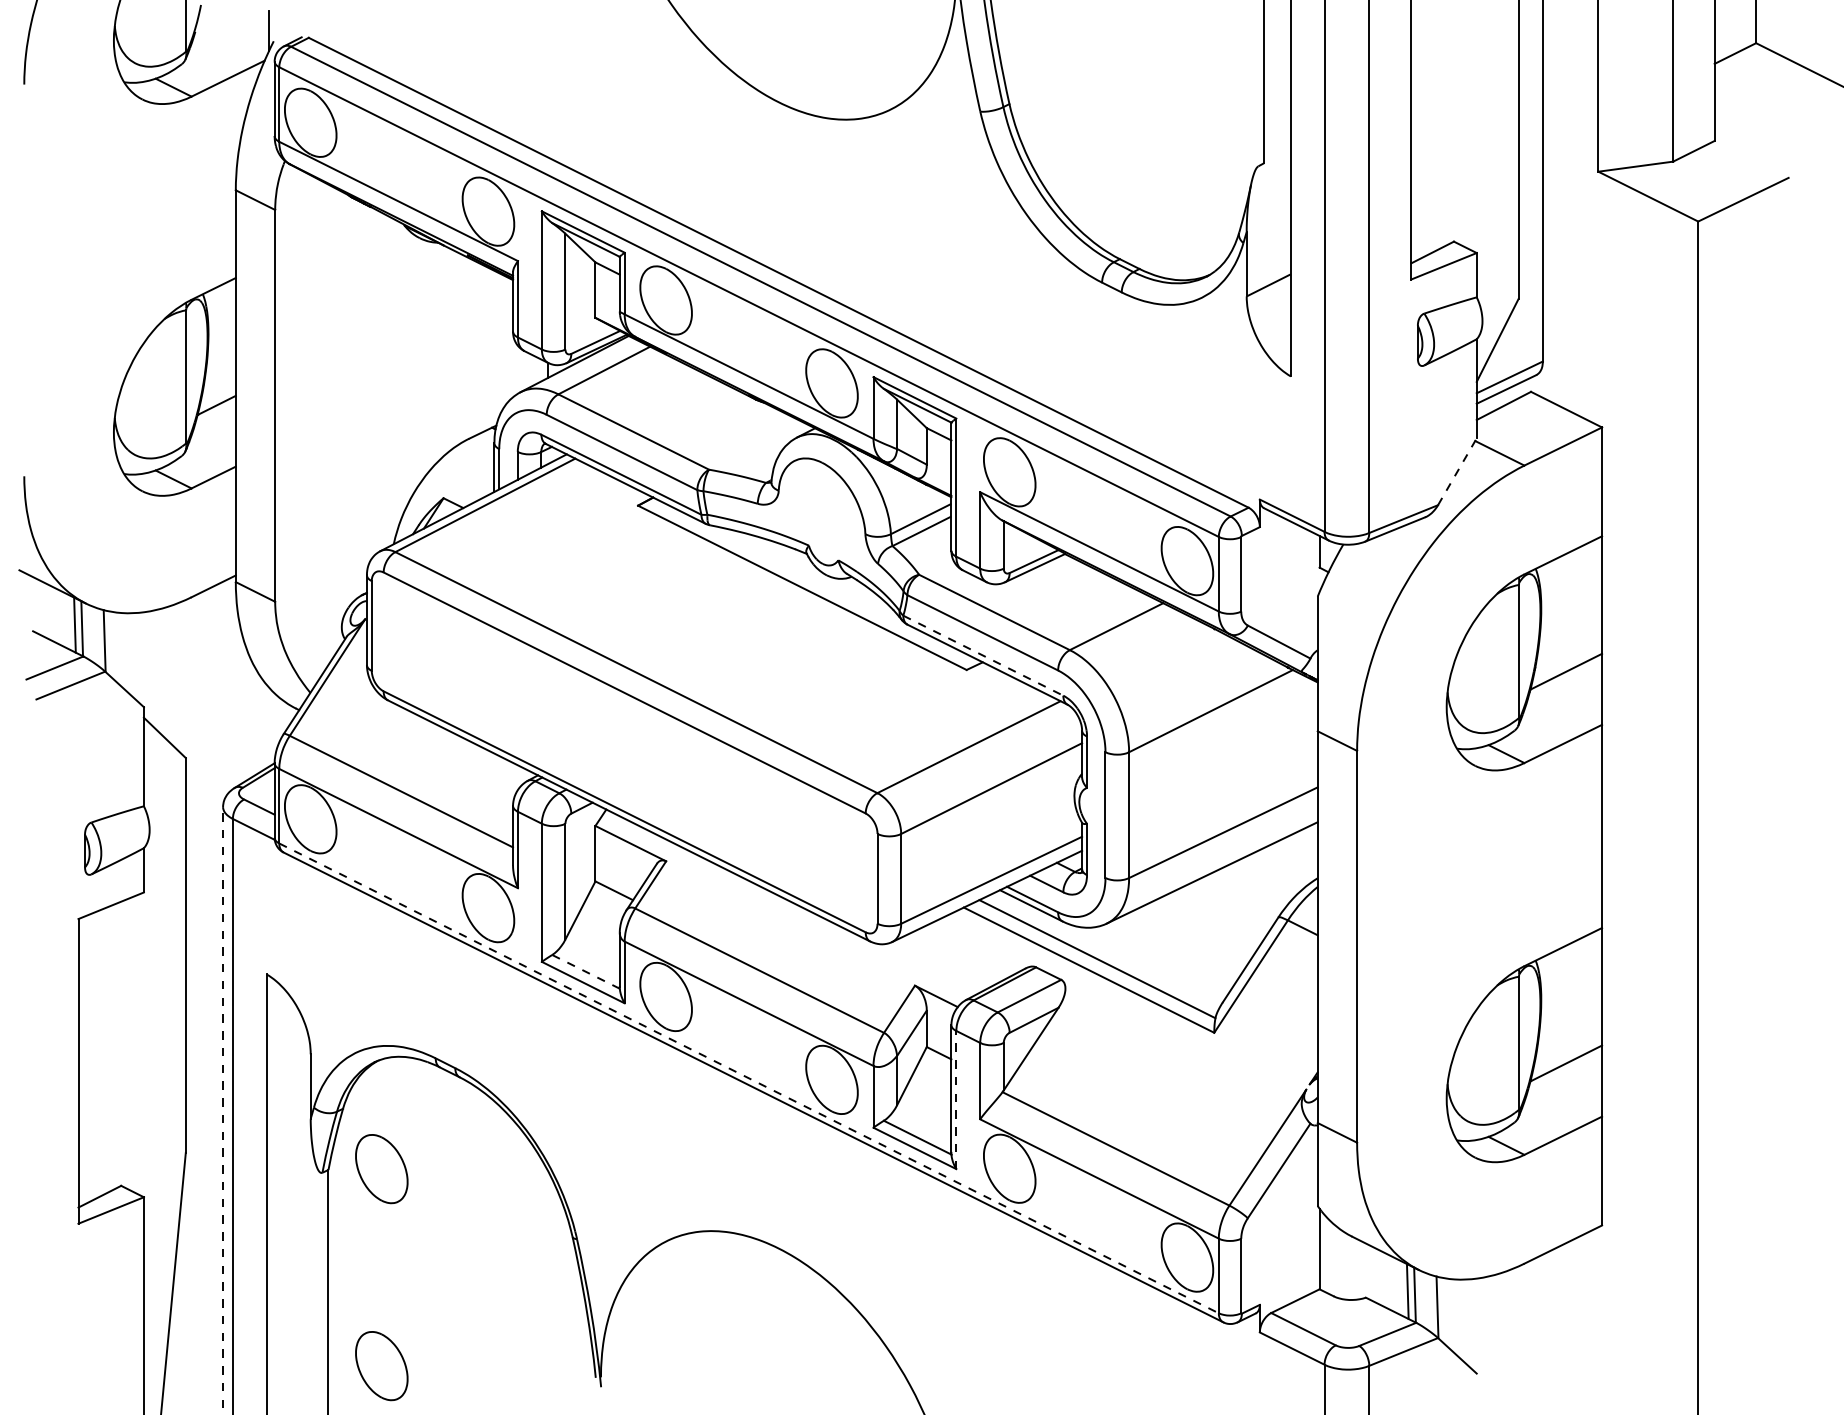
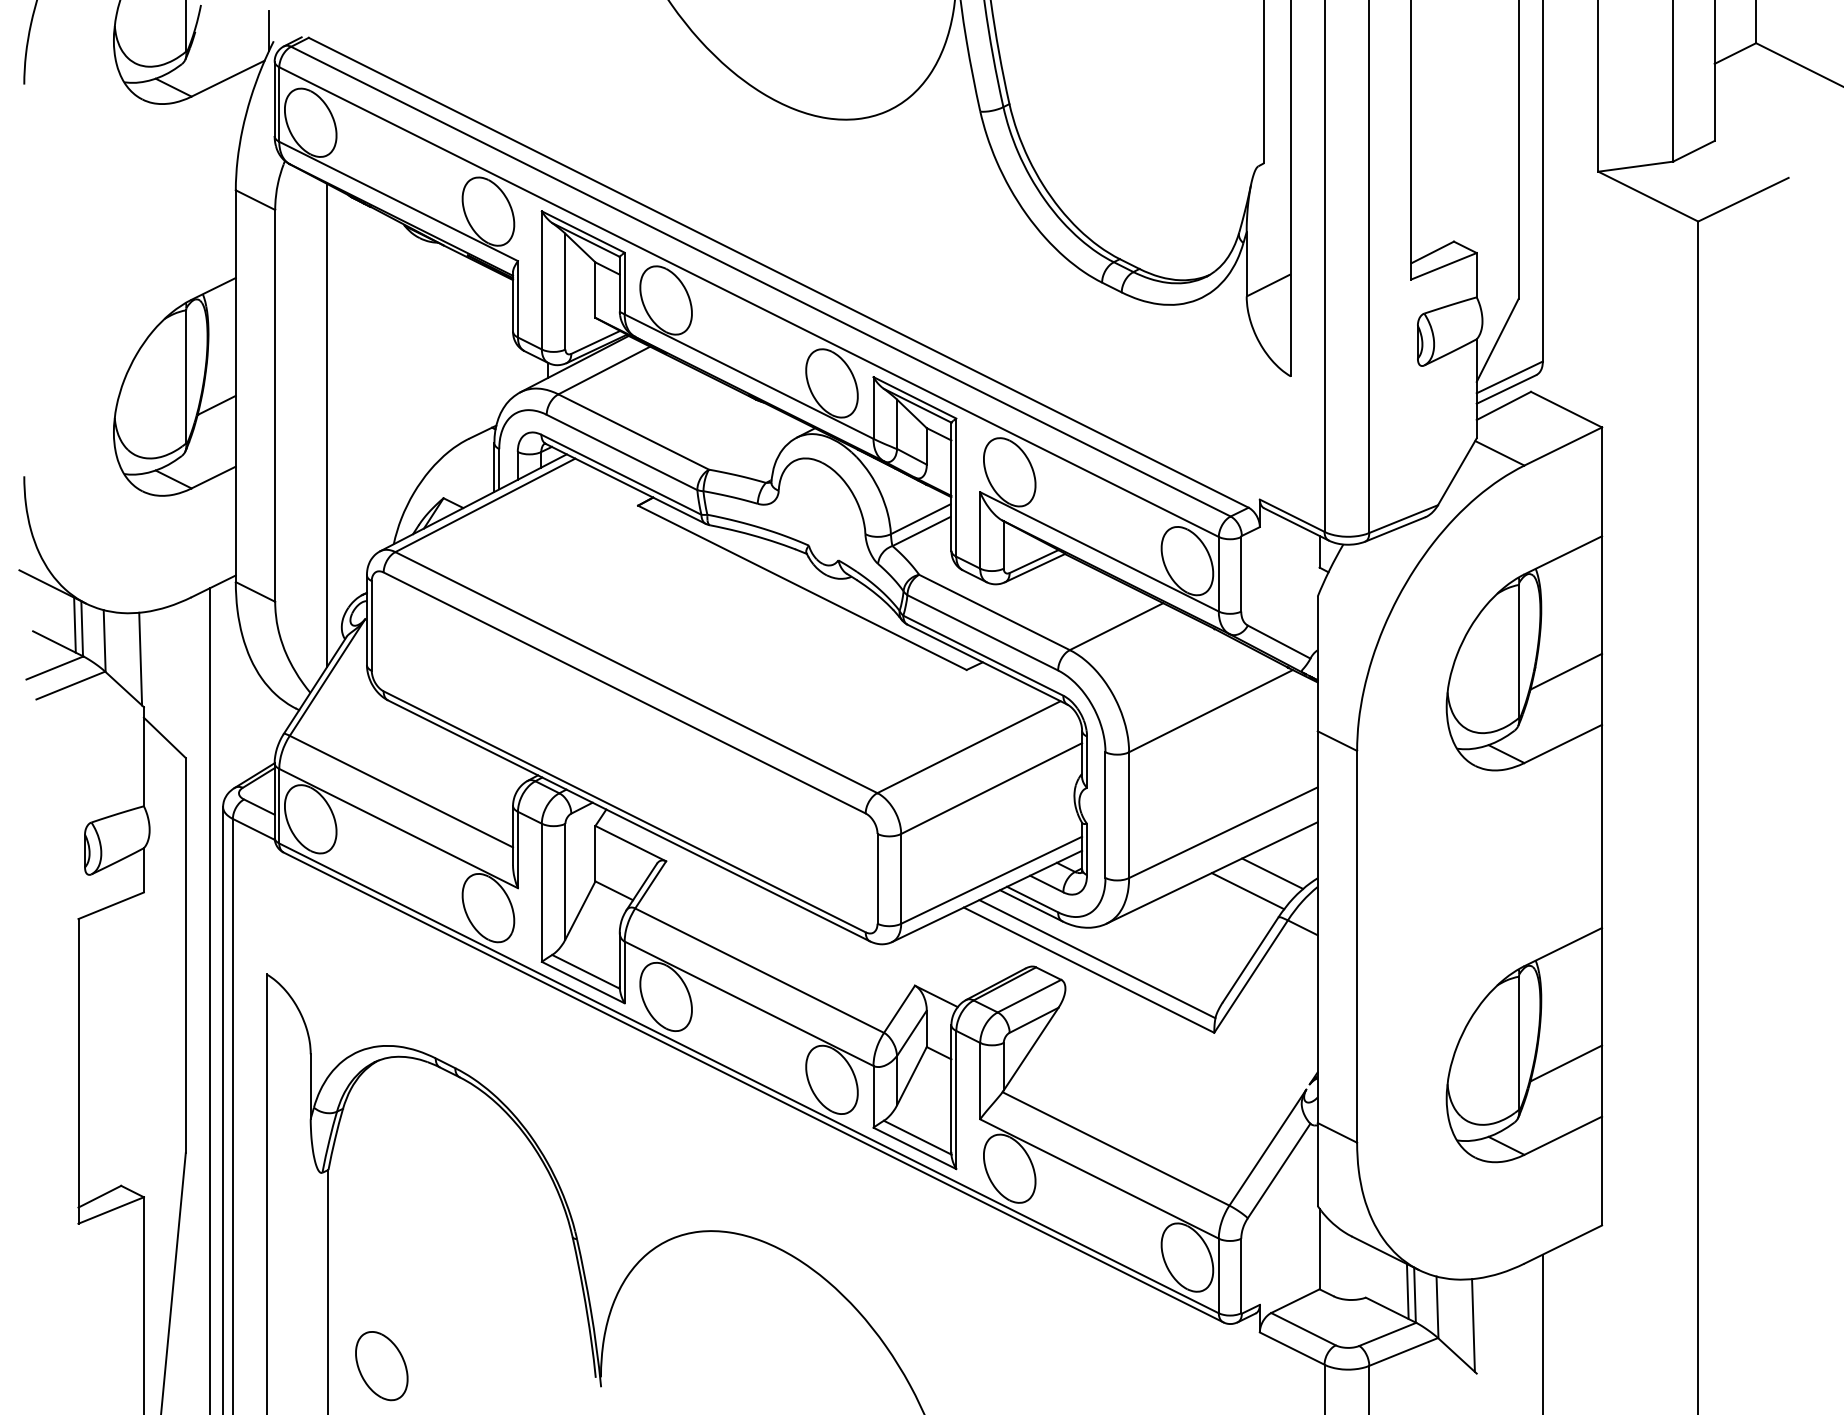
line at (326, 425): none -> present
line at (1457, 471): dashed -> solid
line at (983, 655): dashed -> solid
line at (140, 658): none -> present
line at (1272, 873): none -> present
line at (1247, 891): none -> present
line at (586, 971): dashed -> solid
line at (210, 999): none -> present
line at (749, 1078): dashed -> solid
line at (956, 1099): dashed -> solid
line at (223, 1110): dashed -> solid
part at (381, 1169): present -> none
line at (1473, 1325): none -> present
line at (1542, 1332): none -> present
